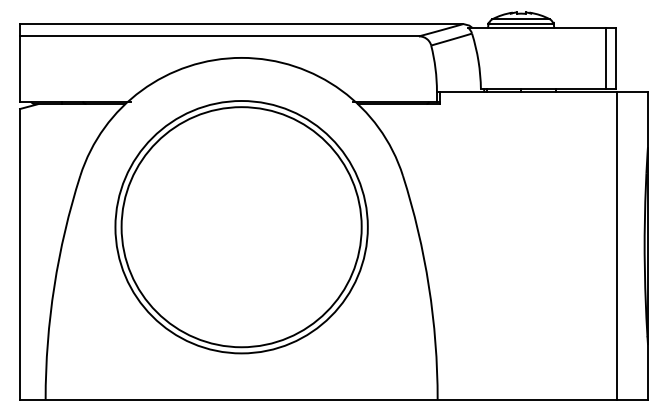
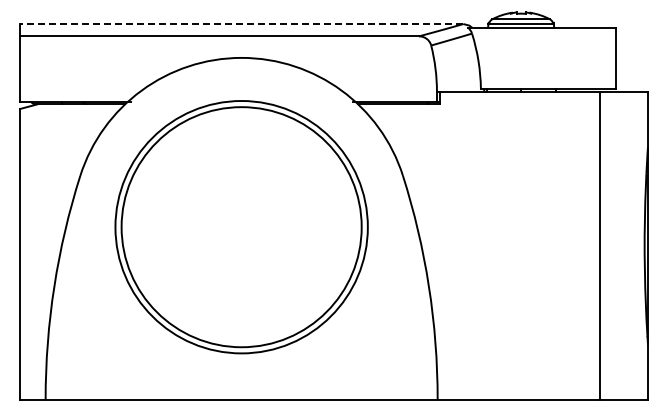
line at (241, 24): solid -> dashed
line at (605, 58): present -> none
line at (617, 245) position: (617, 245) -> (600, 245)
